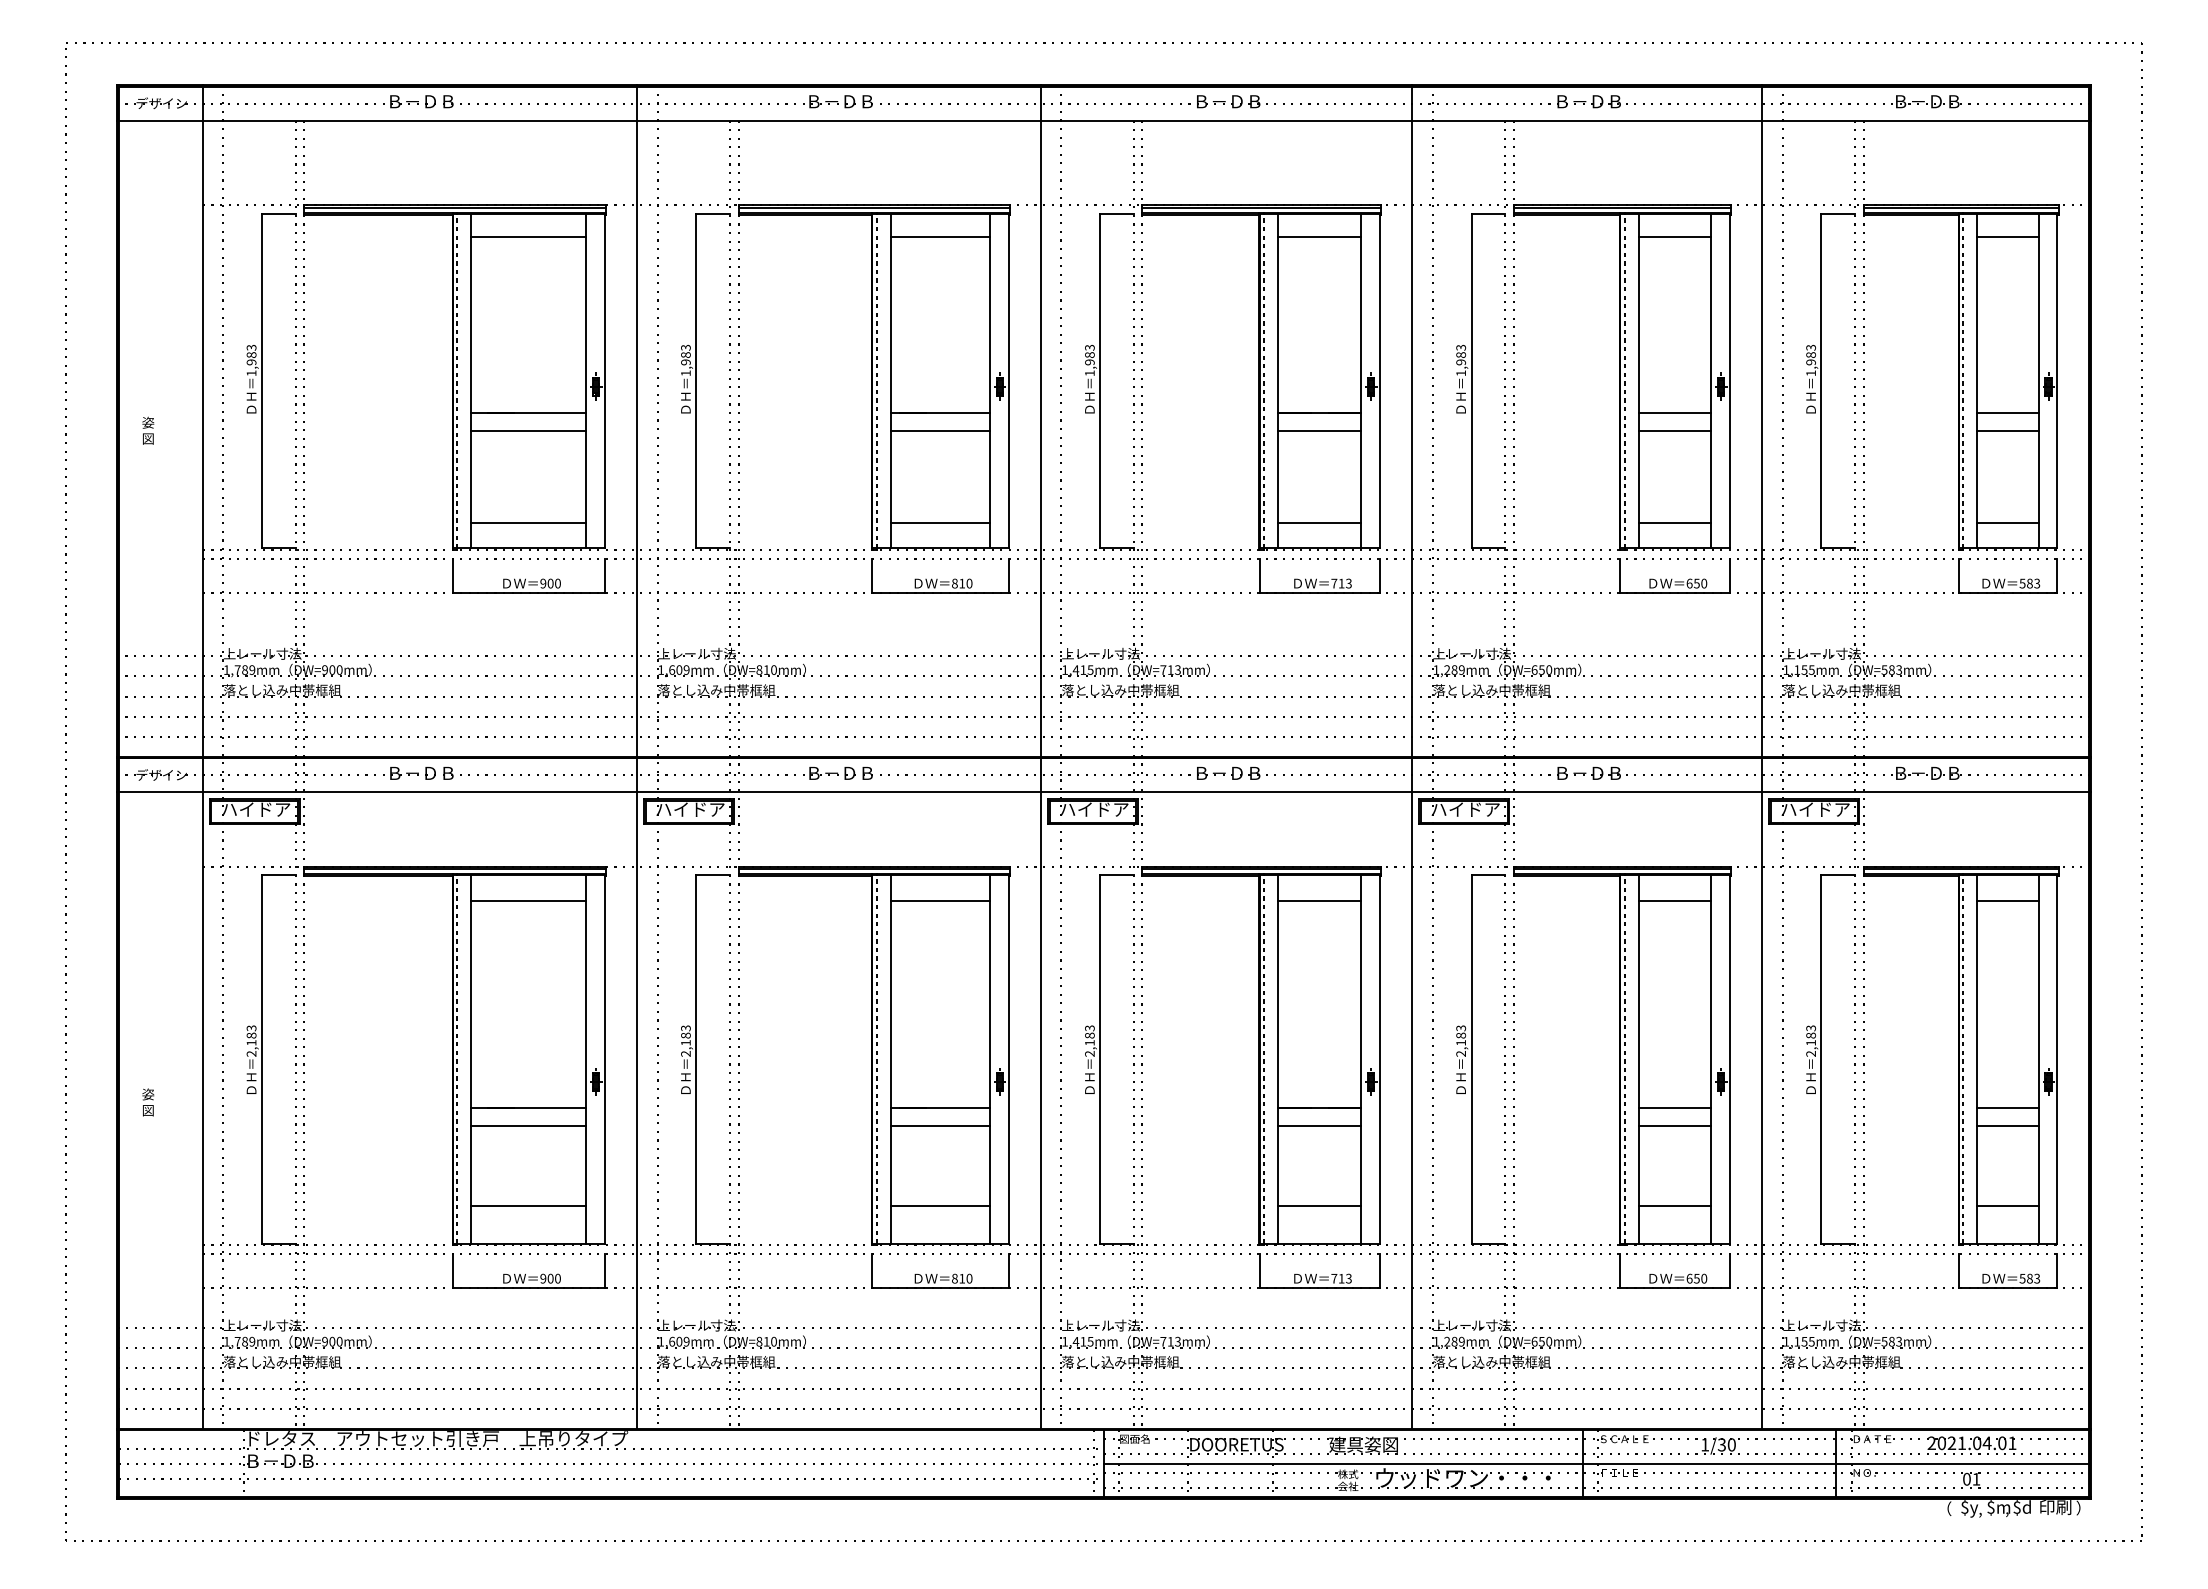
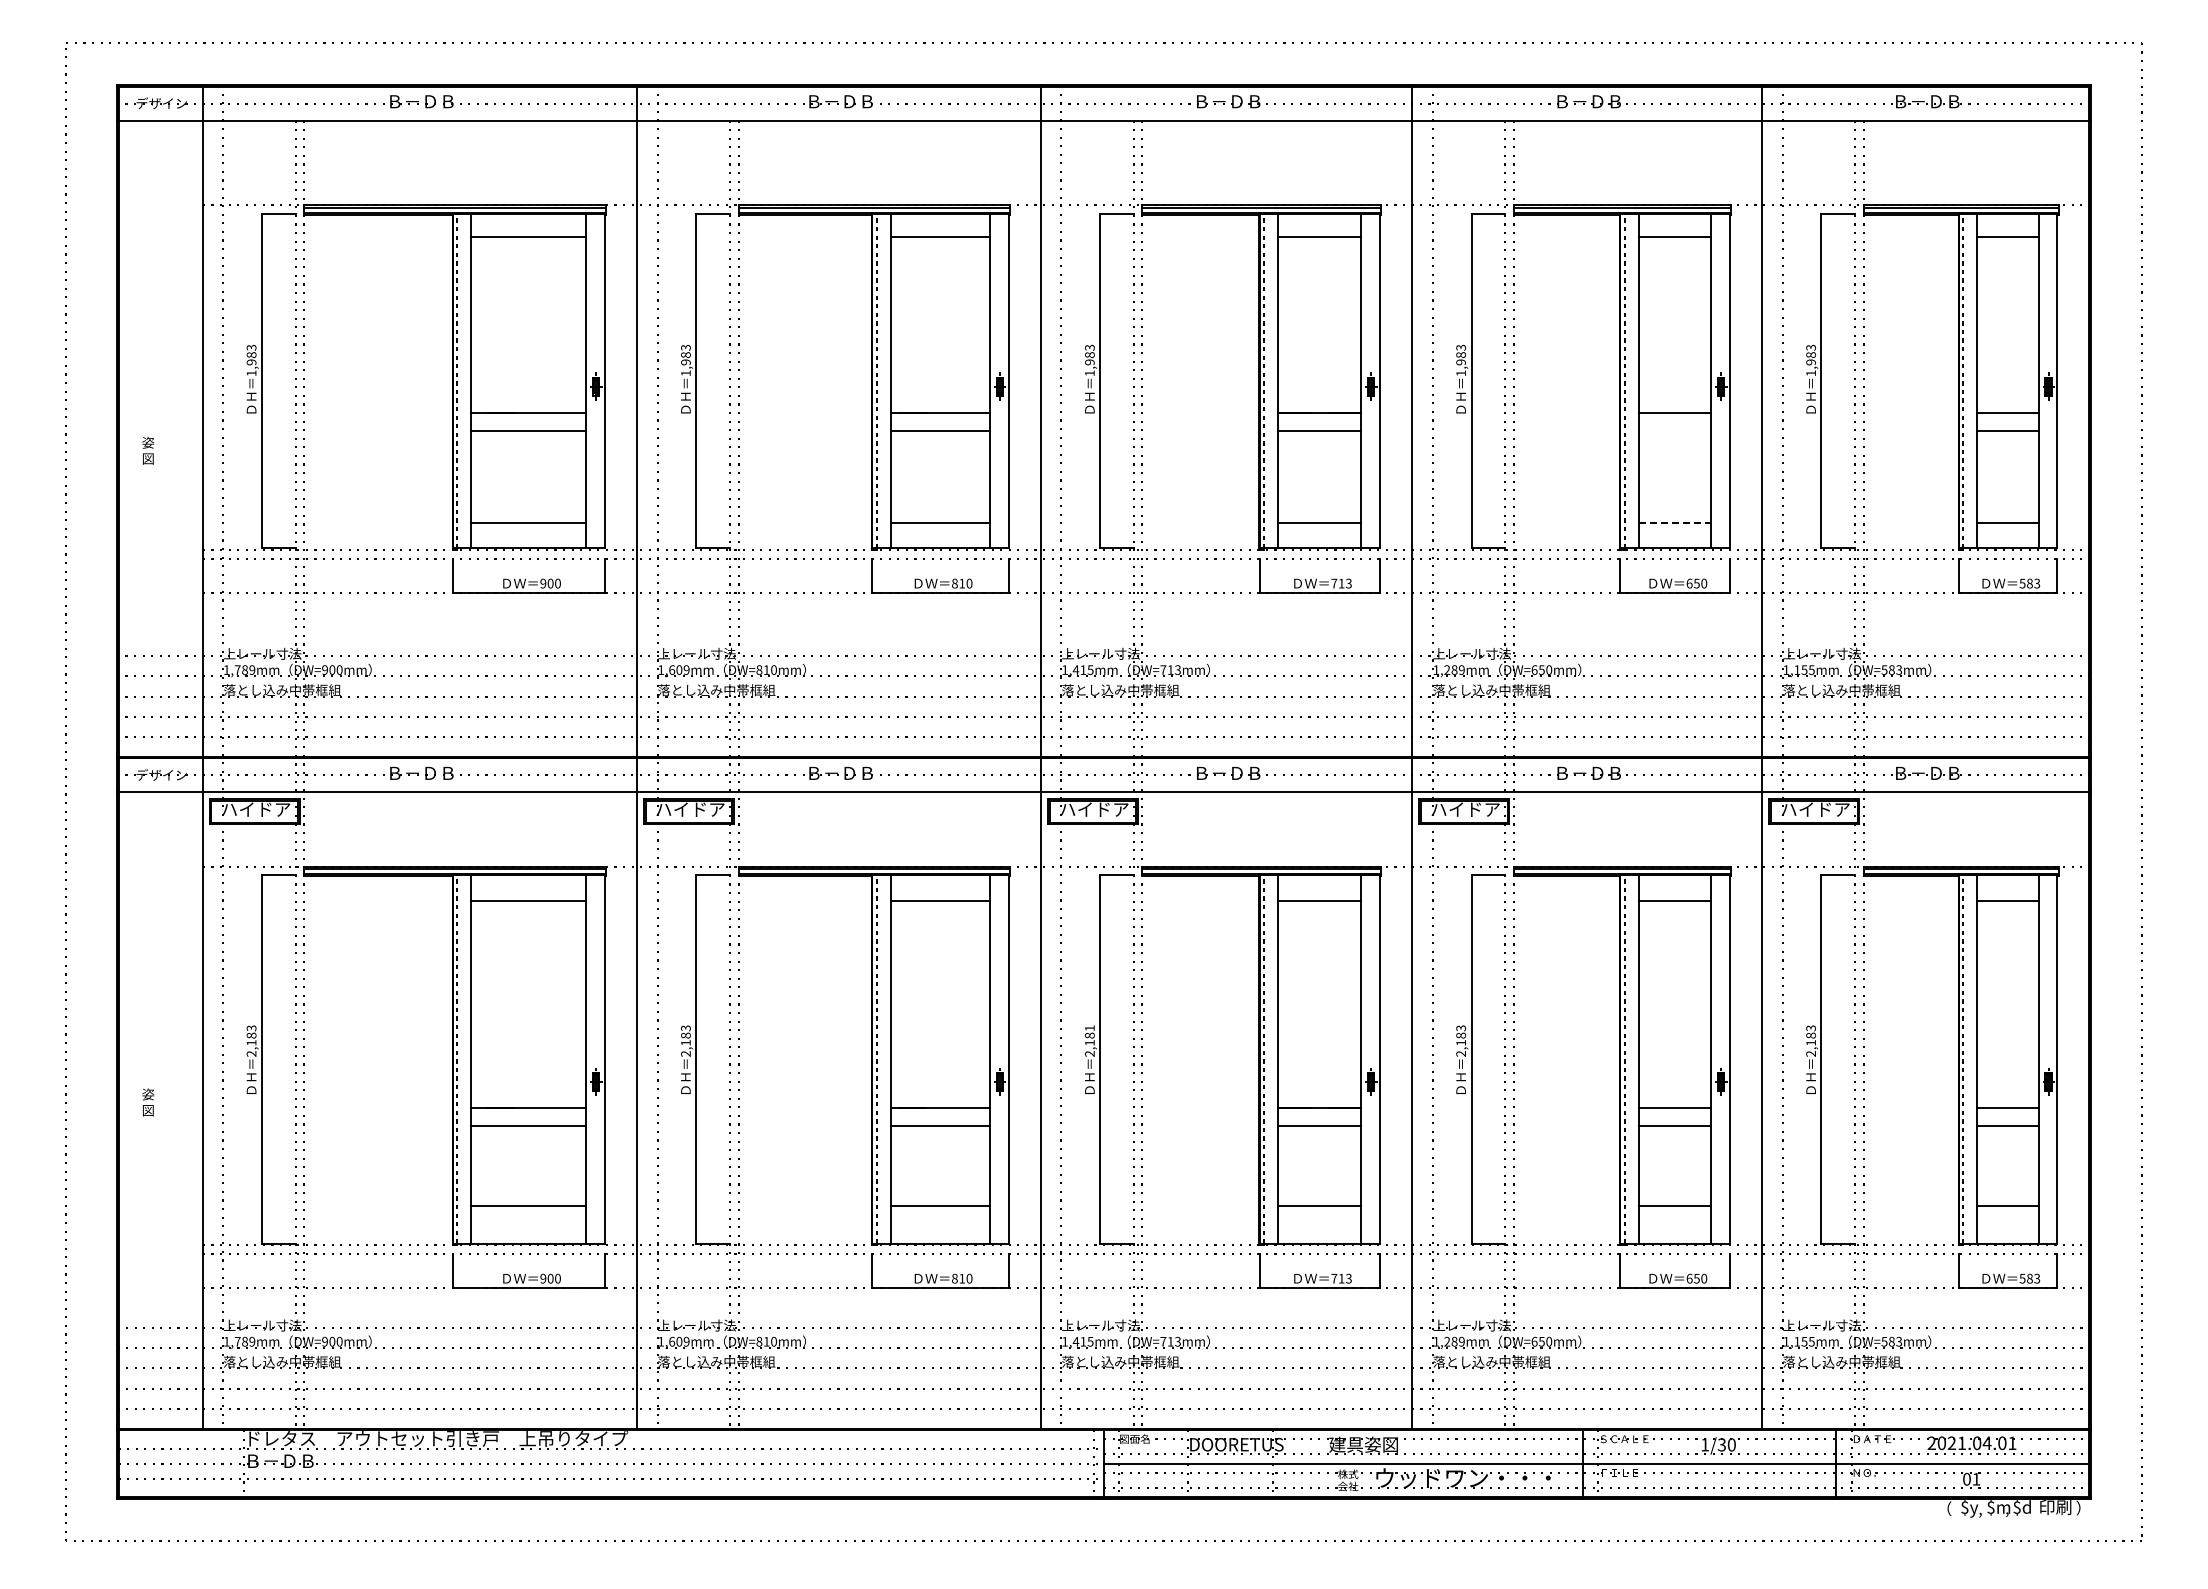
text at (148, 430) position: (148, 430) -> (148, 450)
line at (1674, 430): present -> none
line at (1675, 523): solid -> dashed
text at (1089, 1028): 2,183 -> 2,181
